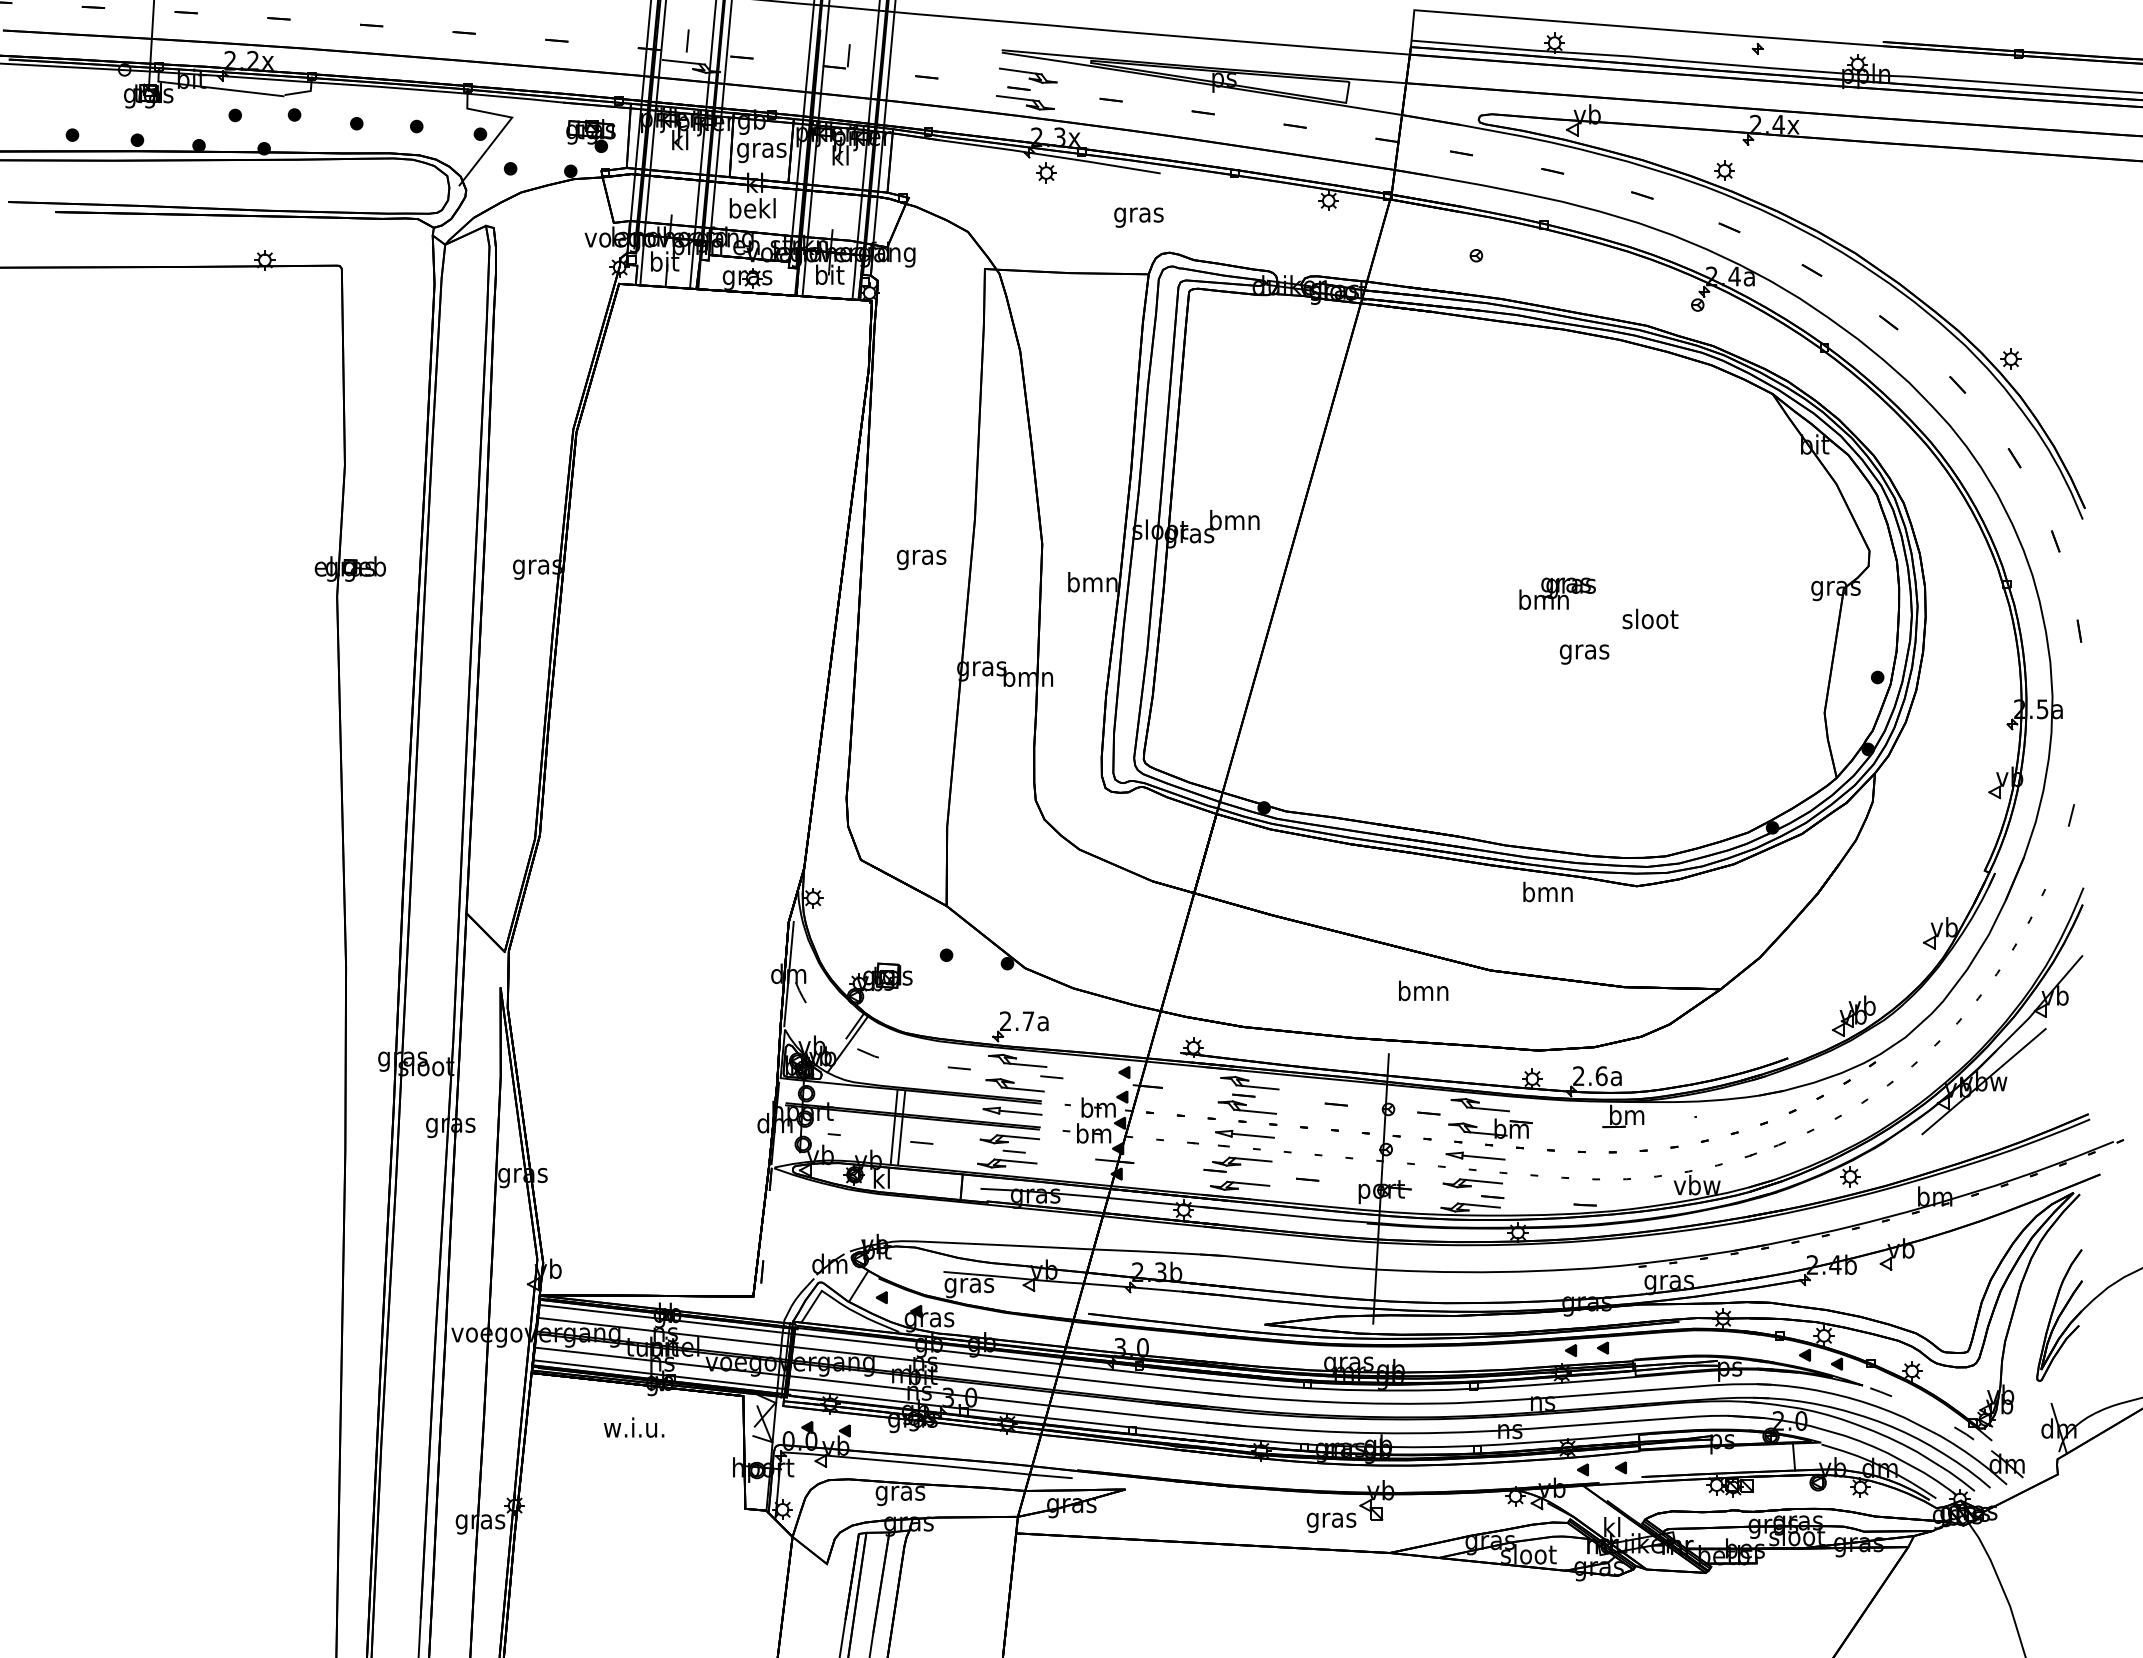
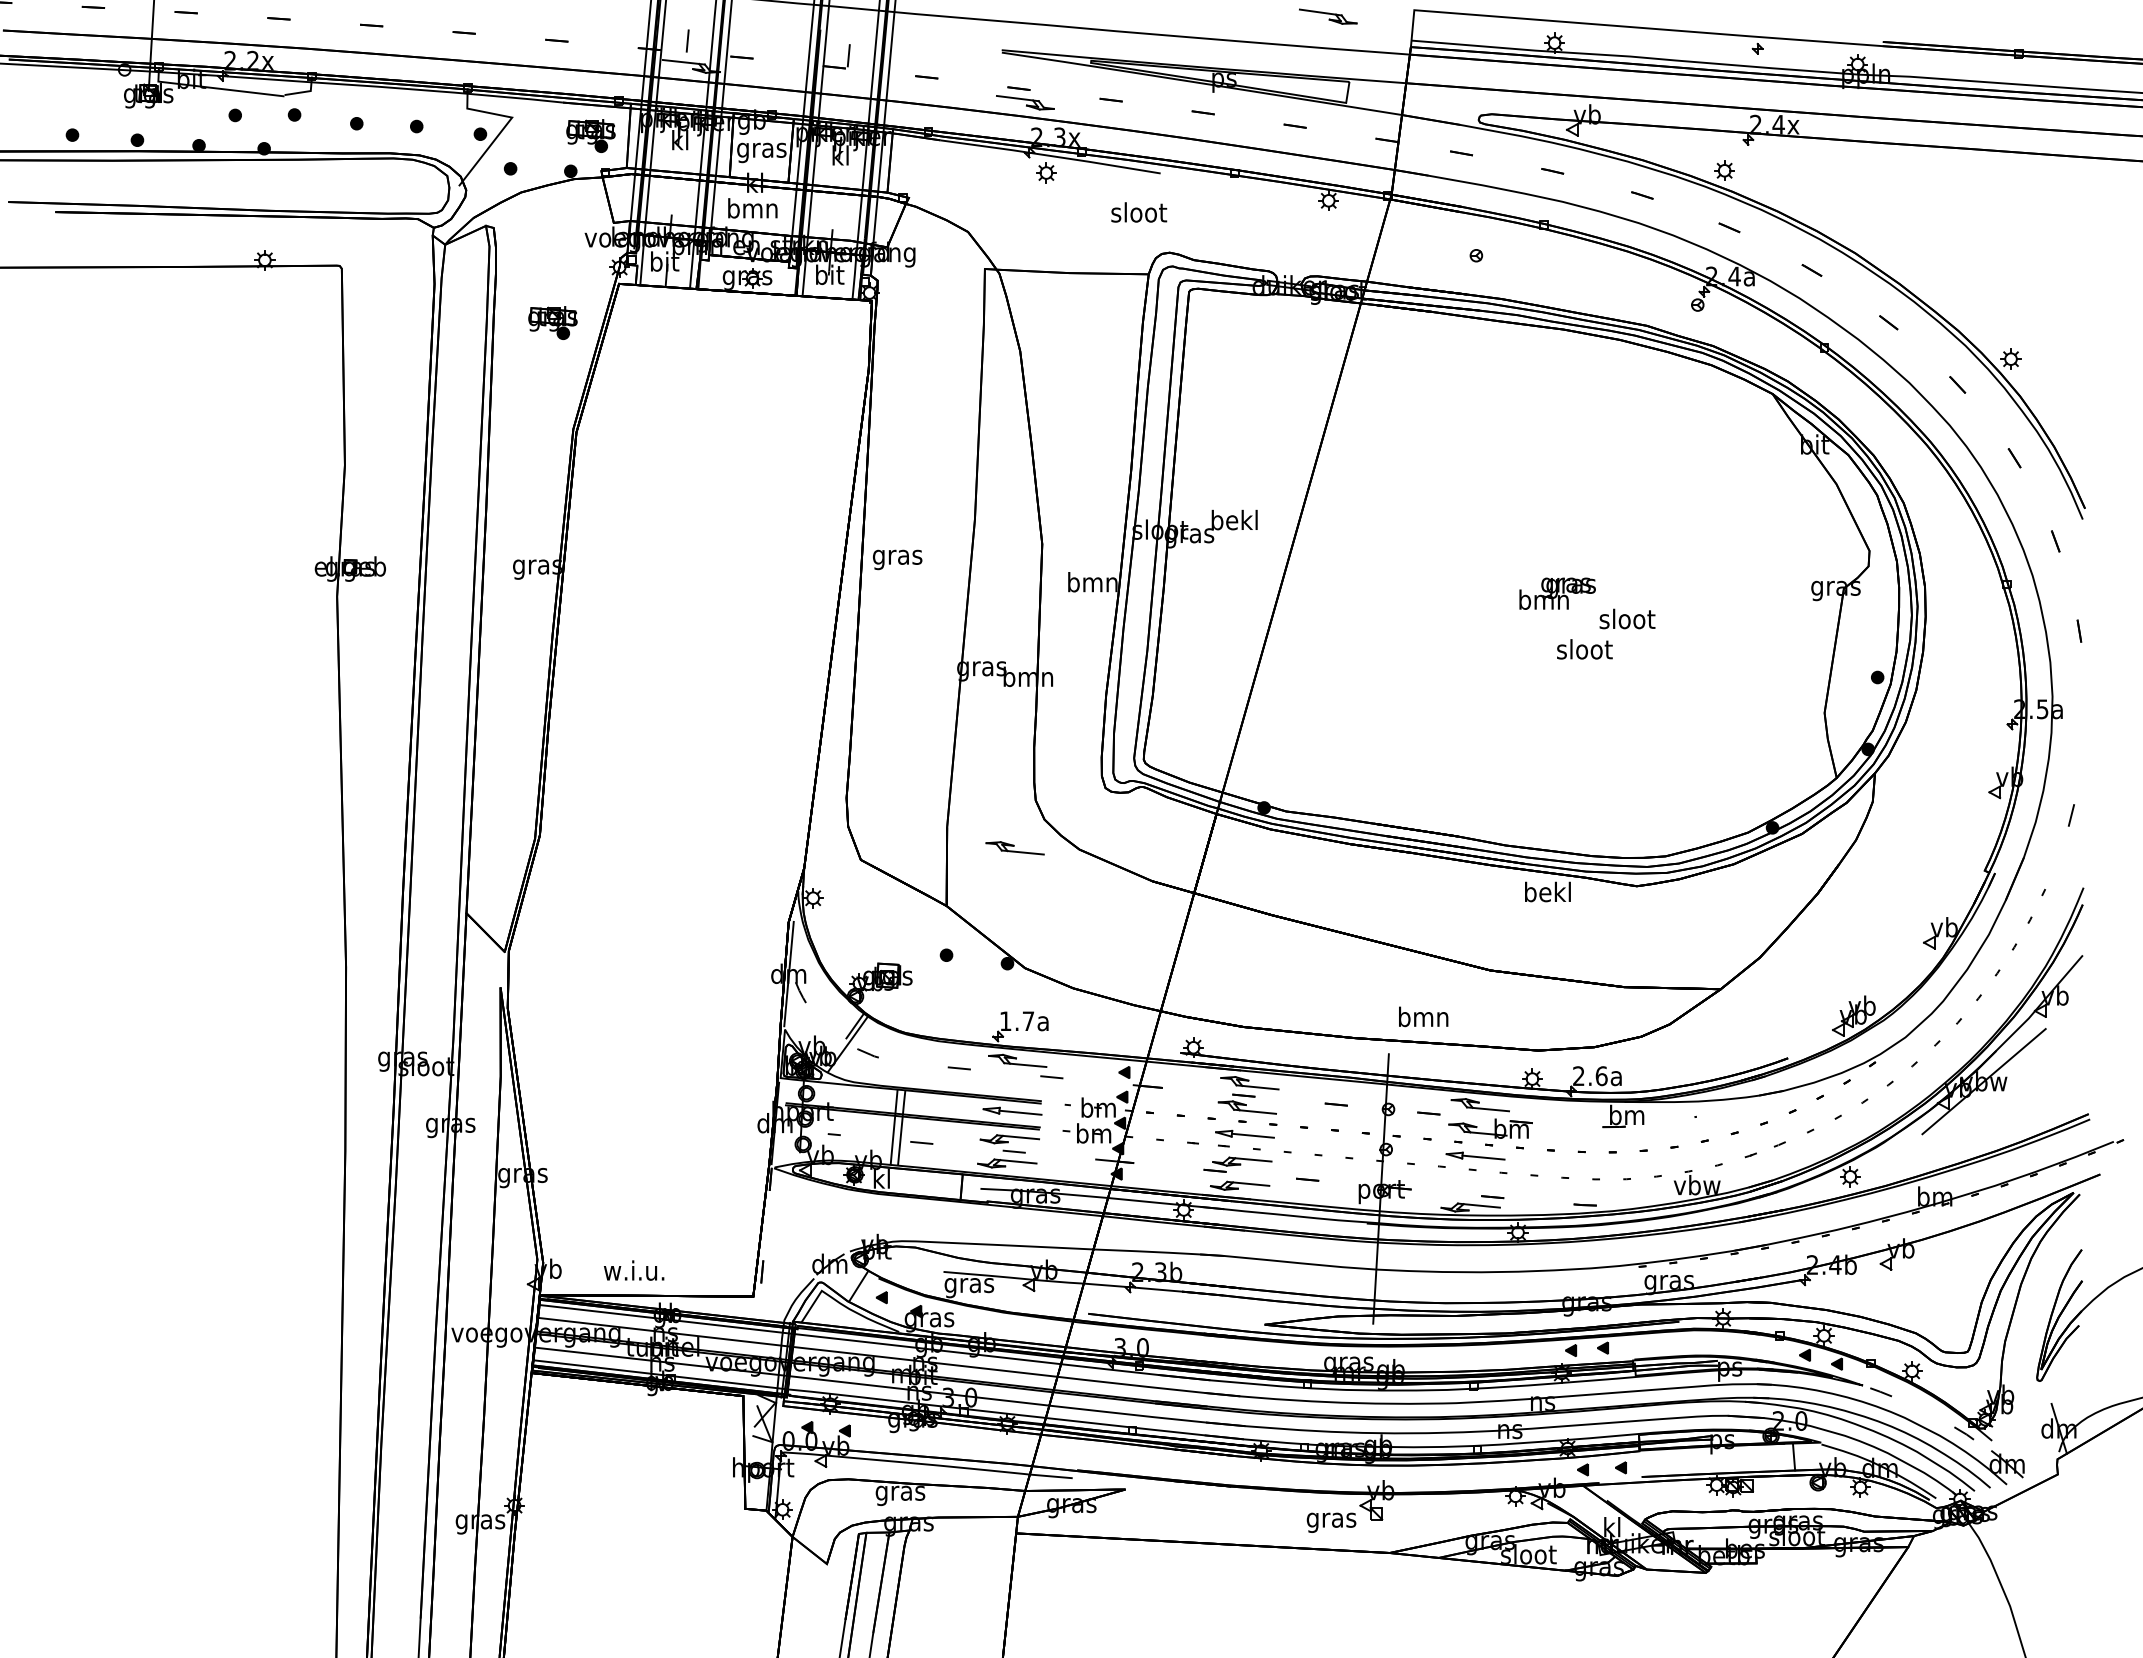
part at (1028, 75) position: (1028, 75) -> (1328, 16)
text at (752, 208): bekl -> bmn
text at (1139, 214): gras -> sloot
part at (552, 322): none -> present
text at (1234, 519): bmn -> bekl
text at (921, 559) position: (921, 559) -> (897, 559)
text at (1650, 618) position: (1650, 618) -> (1627, 618)
text at (1584, 651): gras -> sloot
text at (1547, 891): bmn -> bekl
text at (1423, 990) position: (1423, 990) -> (1423, 1016)
text at (1005, 1020): 2.7a -> 1.7a
part at (1014, 1085) position: (1014, 1085) -> (1014, 848)
part at (1472, 1183): present -> none
text at (634, 1427) position: (634, 1427) -> (634, 1270)
